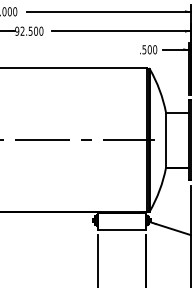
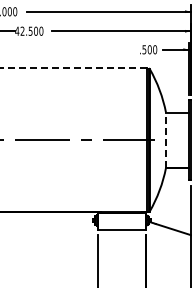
text at (17, 30): 92.500 -> 42.500
line at (73, 68): solid -> dashed
line at (166, 140): solid -> dashed
